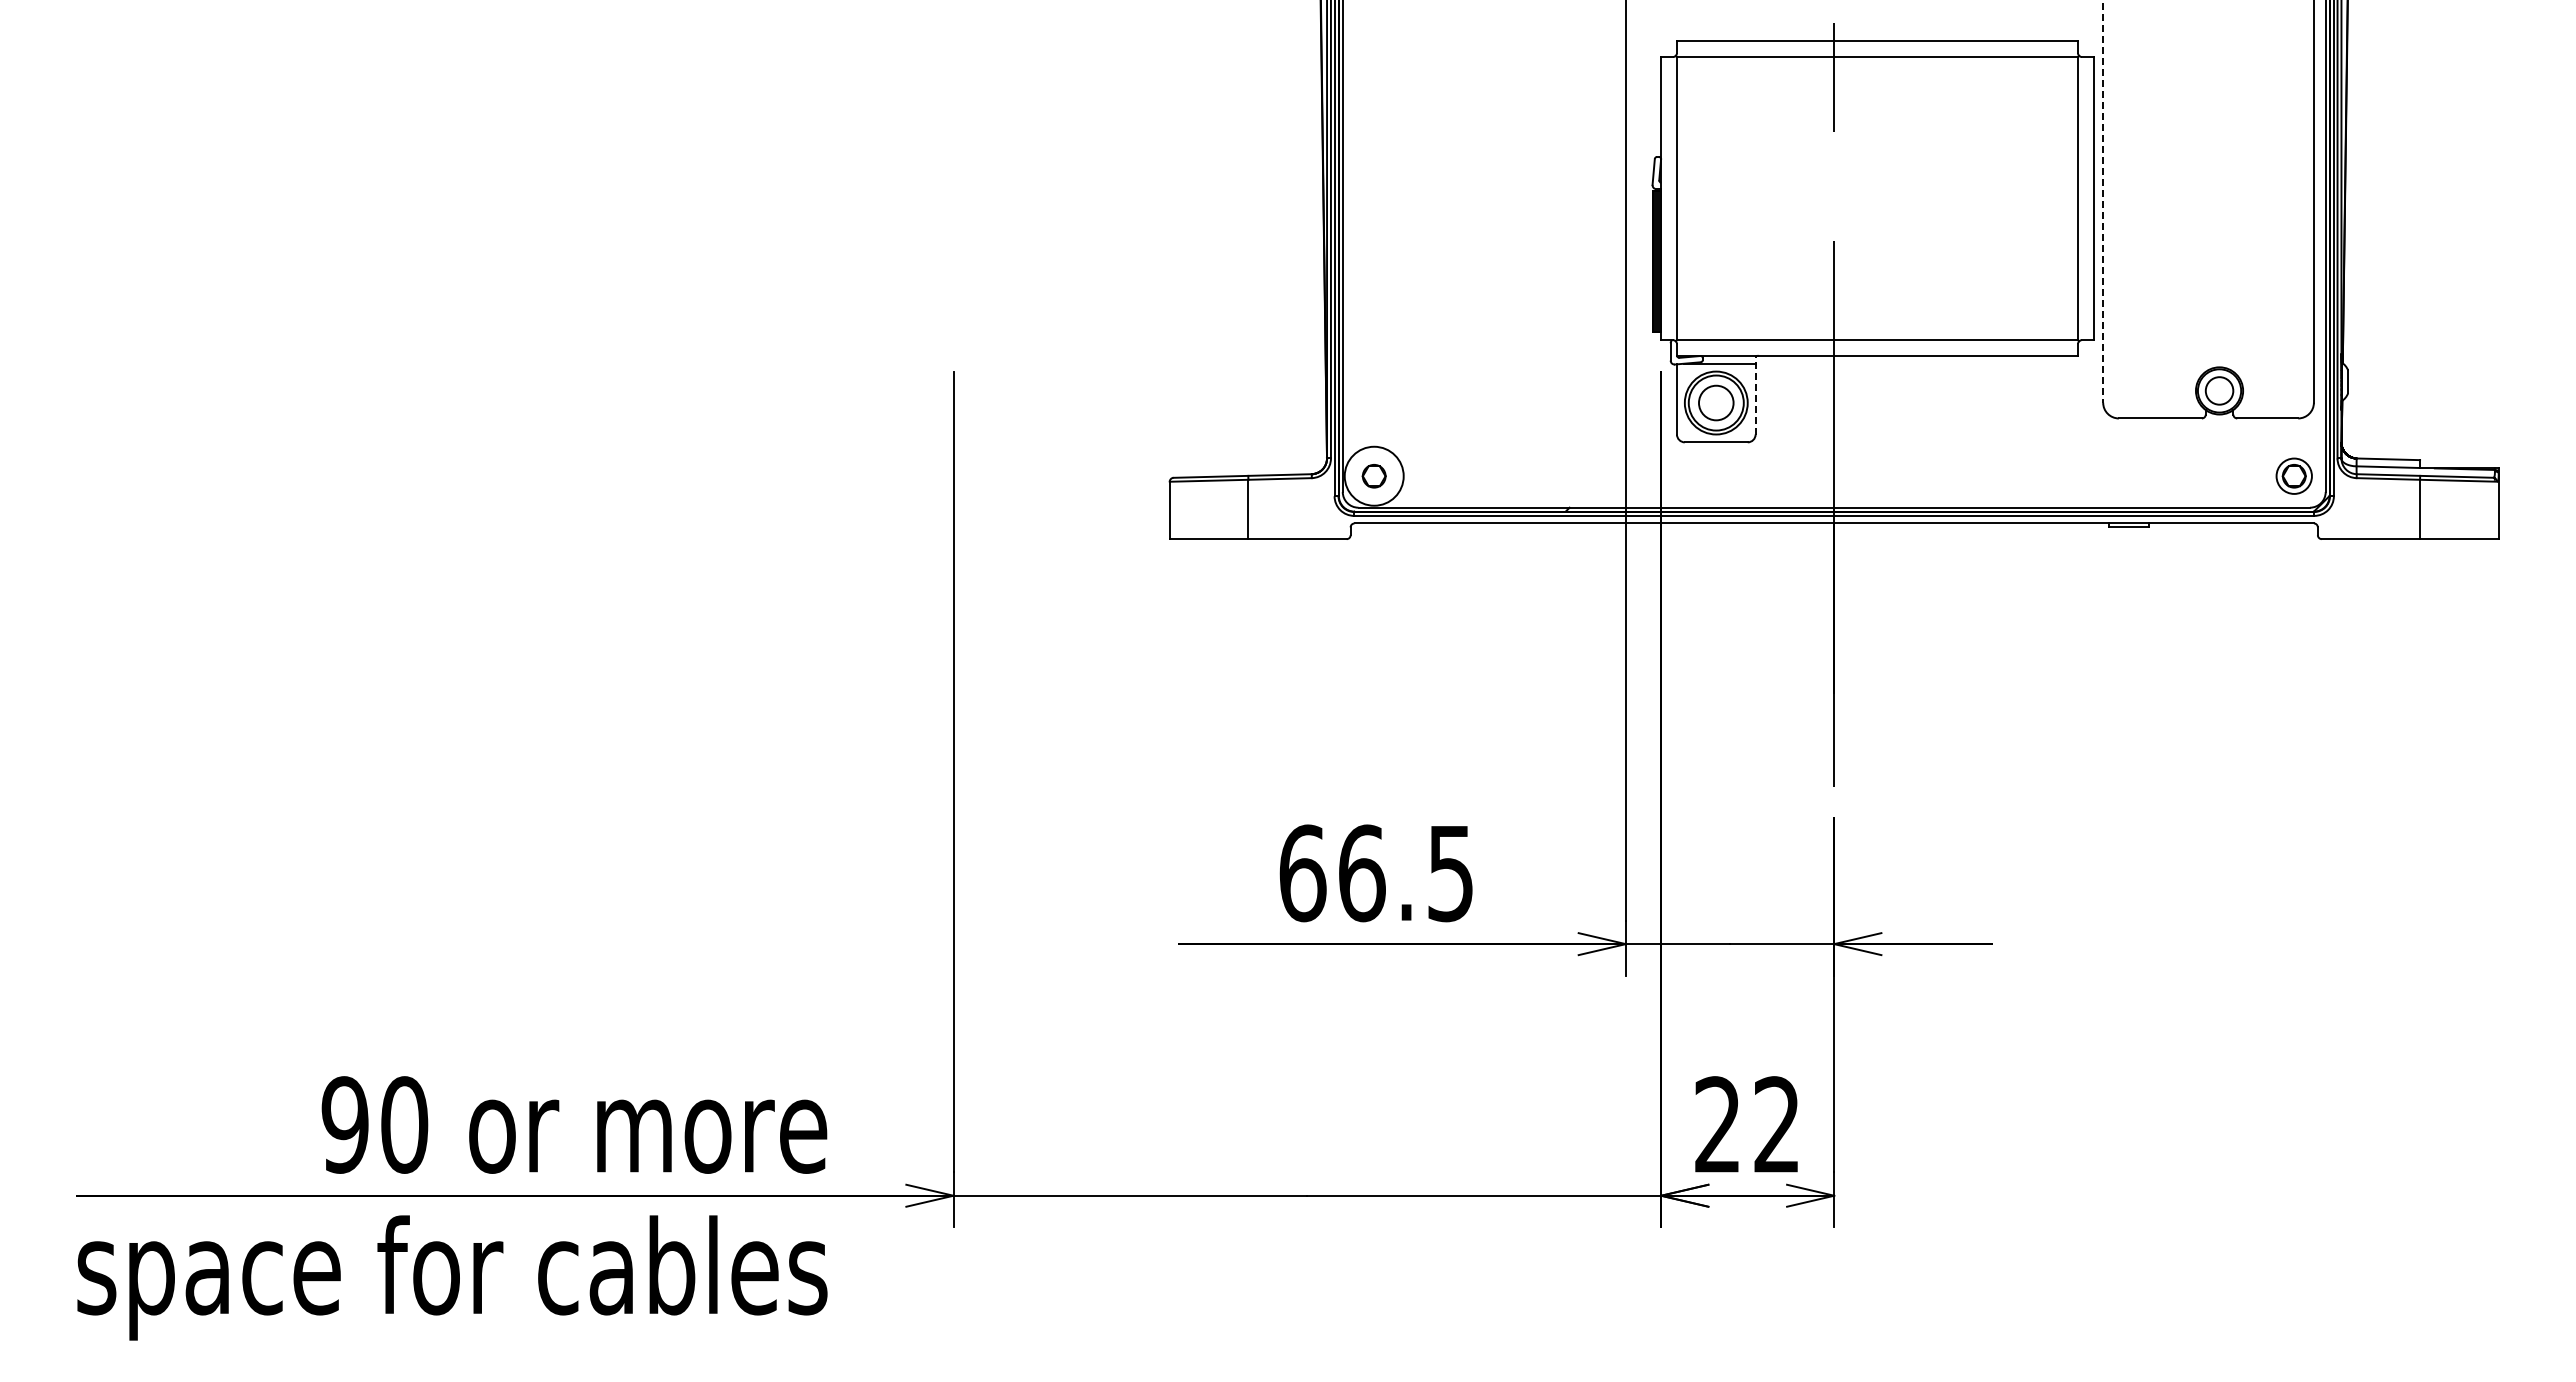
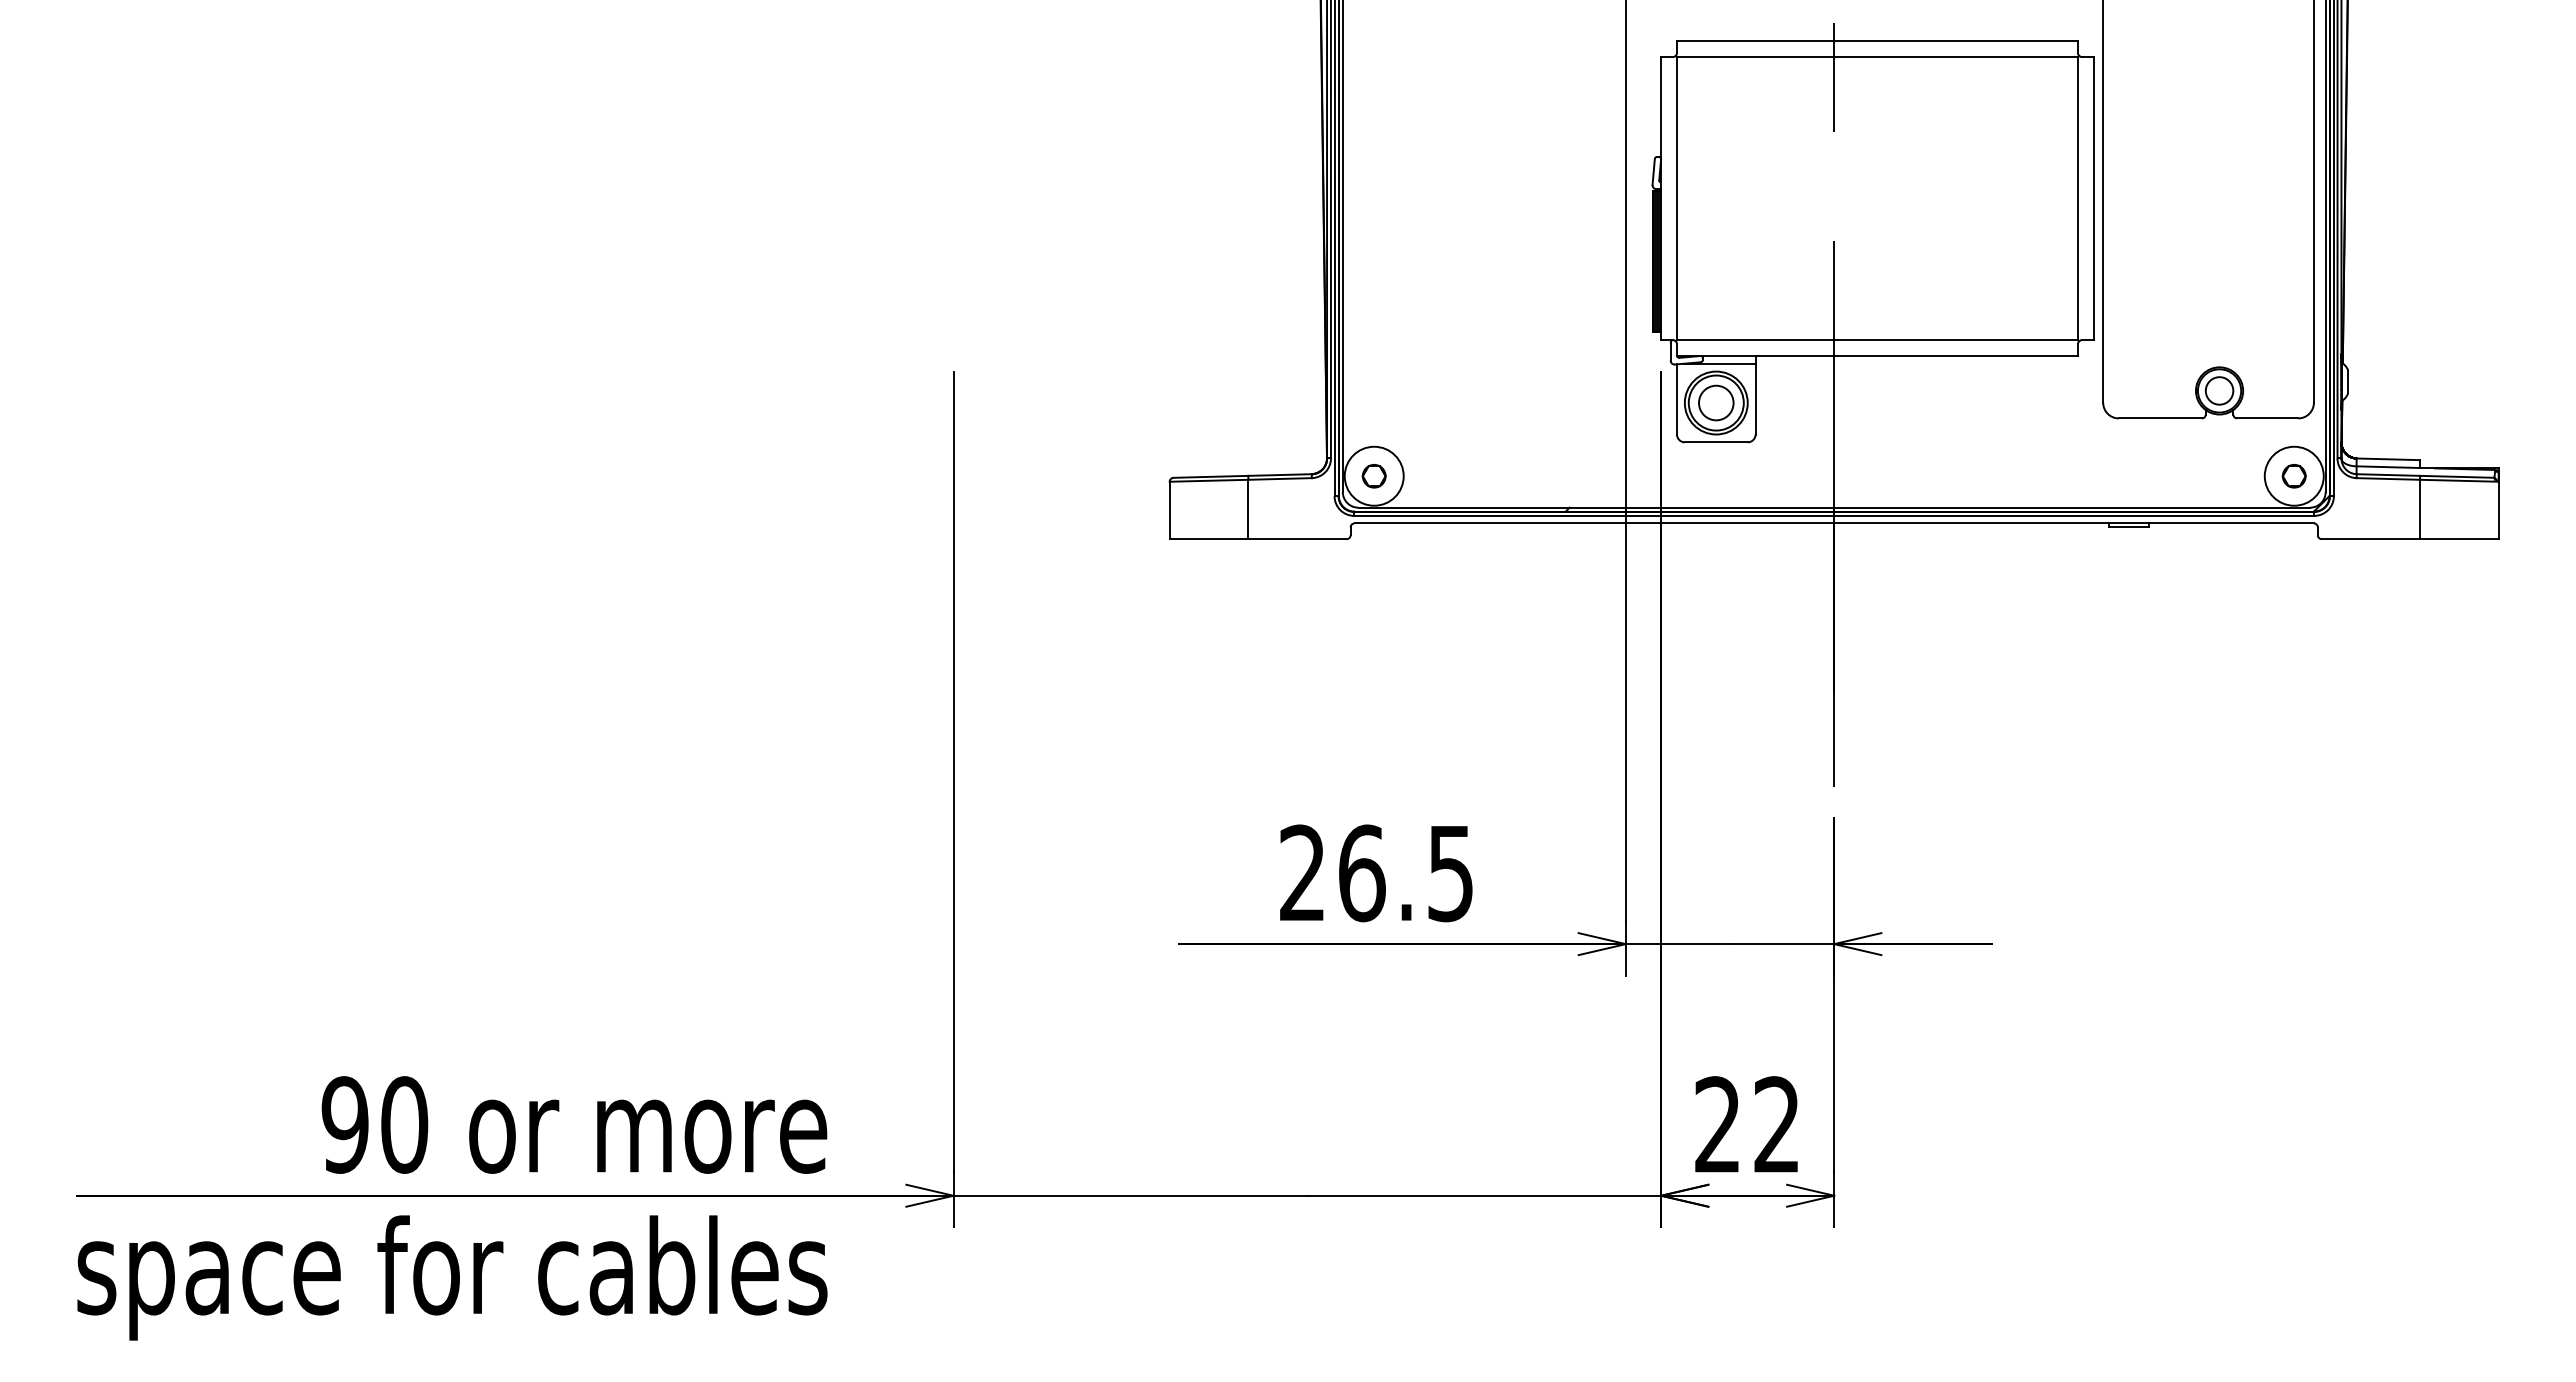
line at (2103, 201): dashed -> solid
line at (1755, 395): dashed -> solid
circle at (2293, 475) diameter: 35 px -> 59 px
text at (1302, 873): 66.5 -> 26.5
